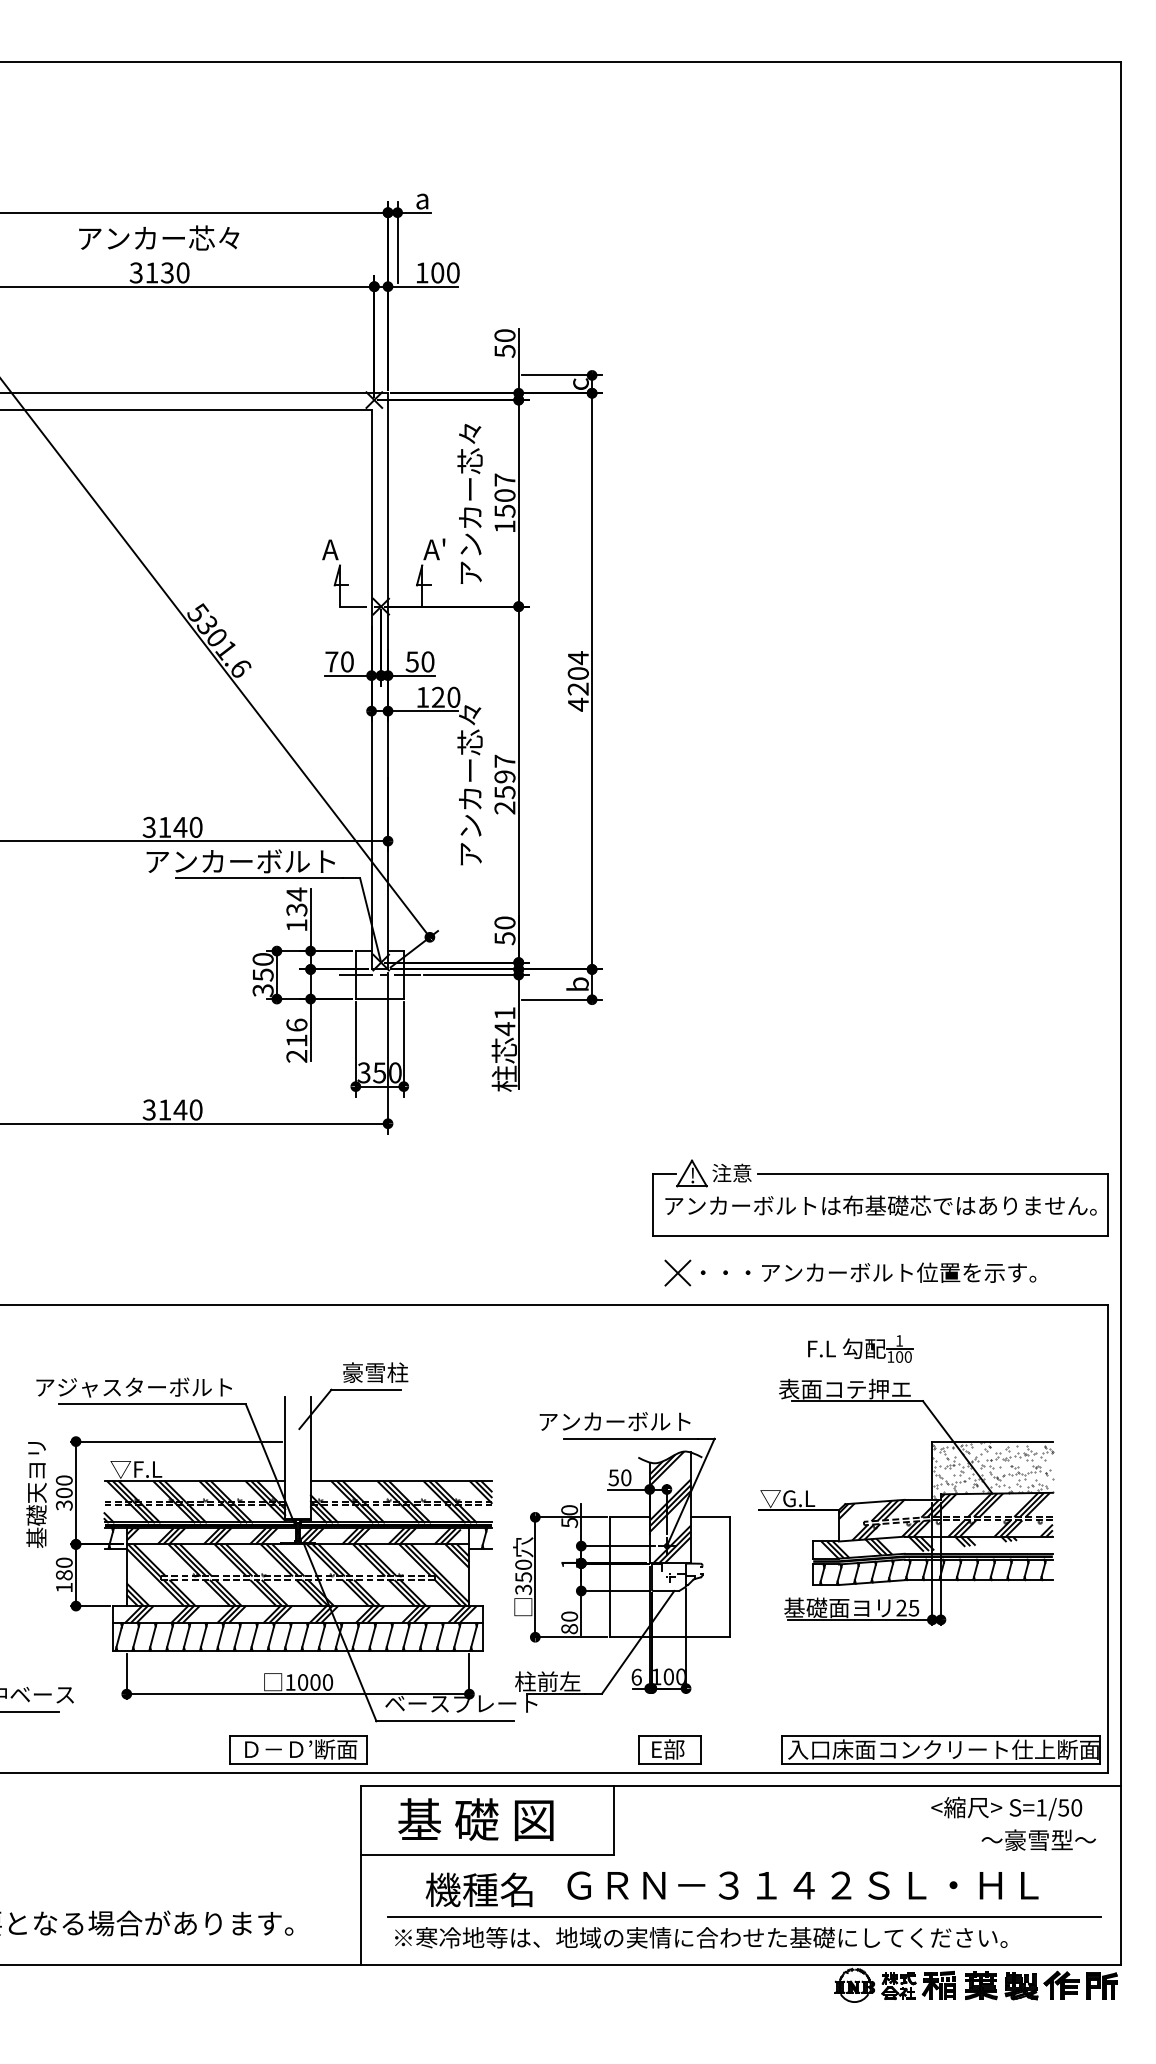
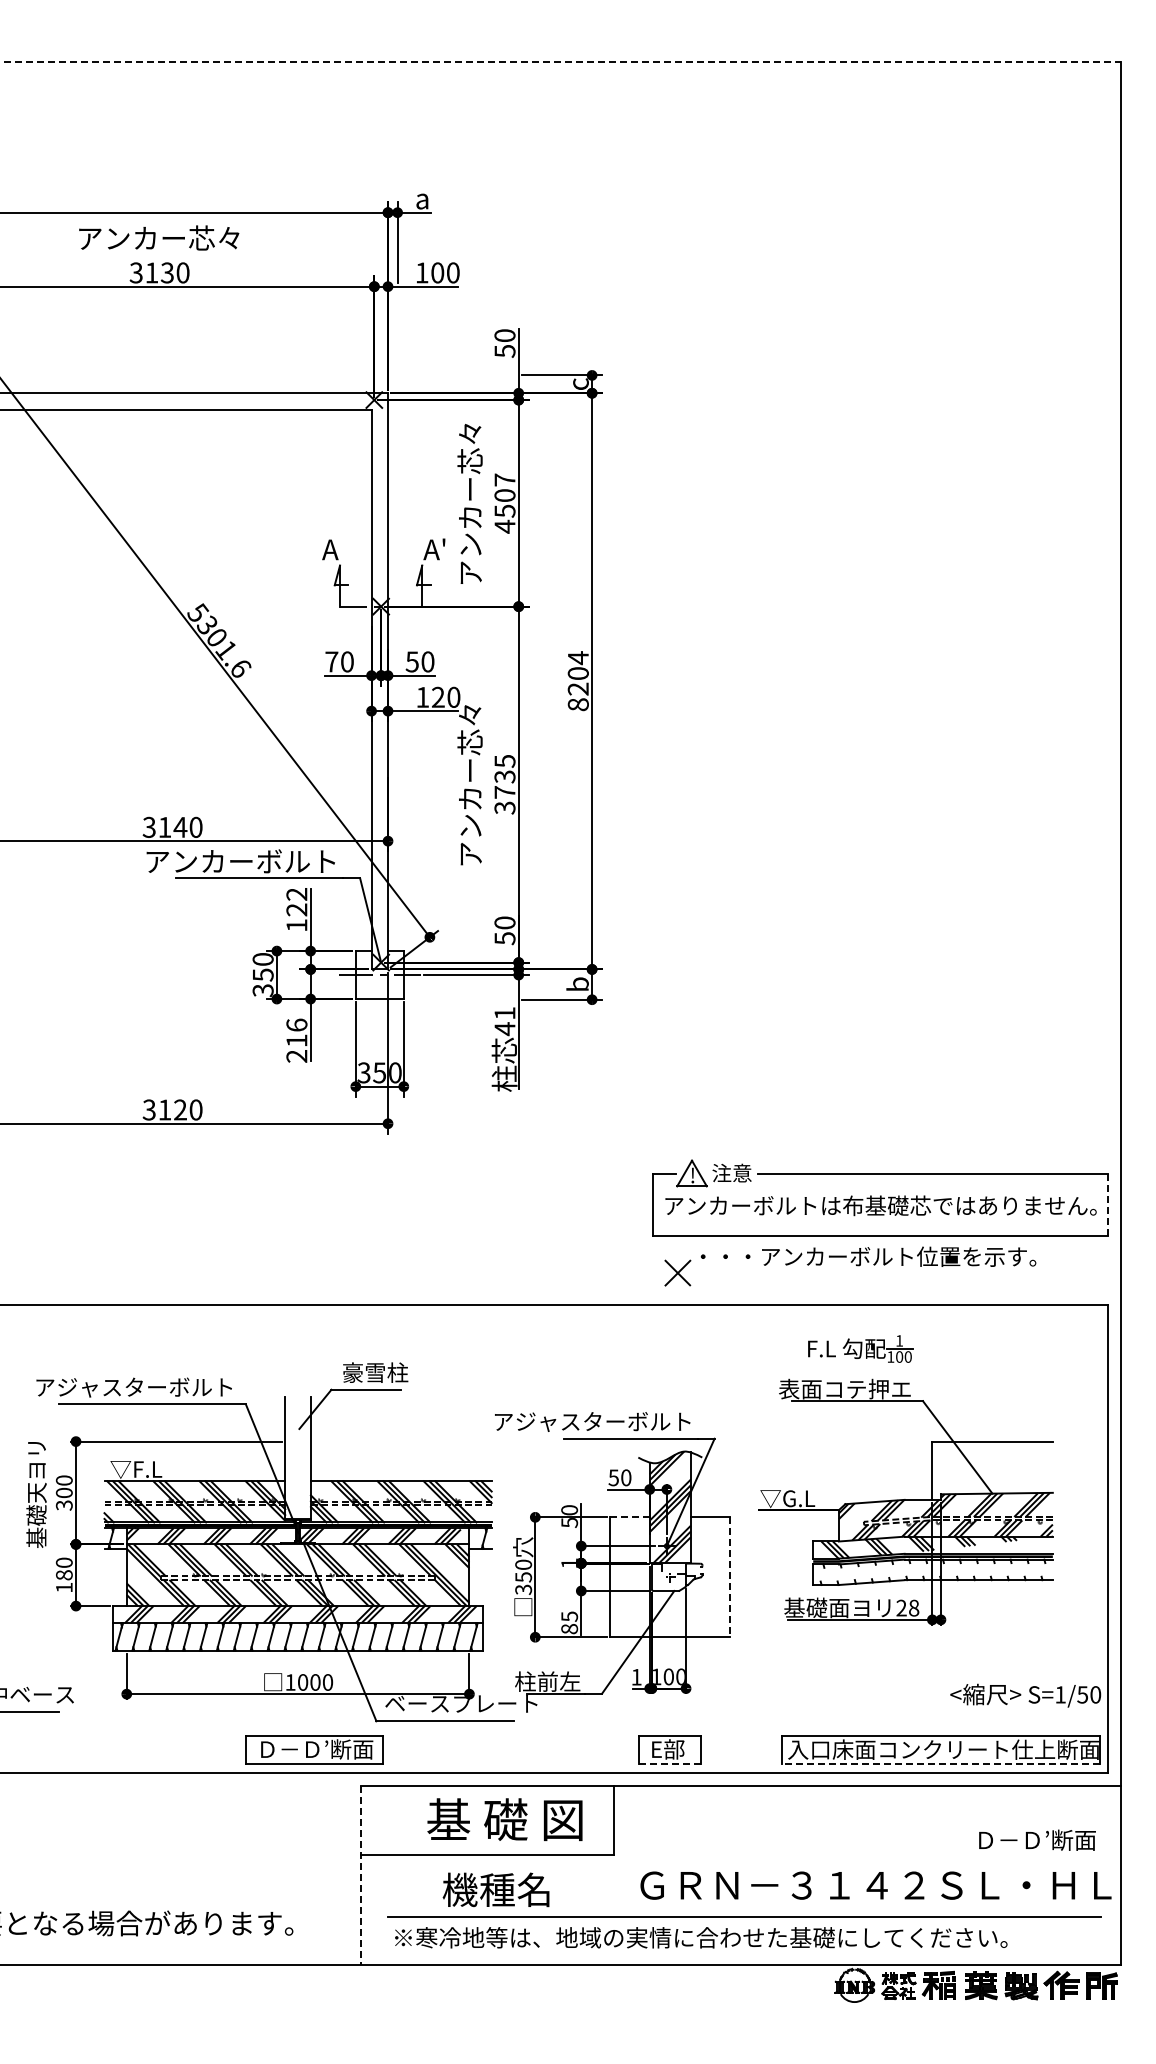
line at (561, 61): solid -> dashed
text at (504, 526): 1507 -> 4507
text at (577, 704): 4204 -> 8204
text at (504, 784): 2597 -> 3735
text at (296, 901): 134 -> 122
text at (180, 1109): 3140 -> 3120
line at (1107, 1205): solid -> dashed
text at (868, 1272) position: (868, 1272) -> (868, 1256)
text at (548, 1421): アンカーボルト -> アジャスターボルト
hatch at (992, 1469): present -> none
line at (630, 1517): solid -> dashed
hatch at (932, 1572): present -> none
line at (730, 1577): solid -> dashed
text at (913, 1607): 25 -> 28
text at (569, 1616): 80 -> 85
text at (636, 1676): 6 -> 1
part at (298, 1749) position: (298, 1749) -> (314, 1749)
line at (670, 1763): solid -> dashed
line at (940, 1763): solid -> dashed
text at (1006, 1808) position: (1006, 1808) -> (1025, 1695)
text at (475, 1819) position: (475, 1819) -> (504, 1819)
text at (1037, 1839): ～豪雪型～ -> Ｄ－Ｄ’断面
line at (360, 1876): solid -> dashed
text at (802, 1885) position: (802, 1885) -> (875, 1885)
text at (478, 1889) position: (478, 1889) -> (495, 1889)
